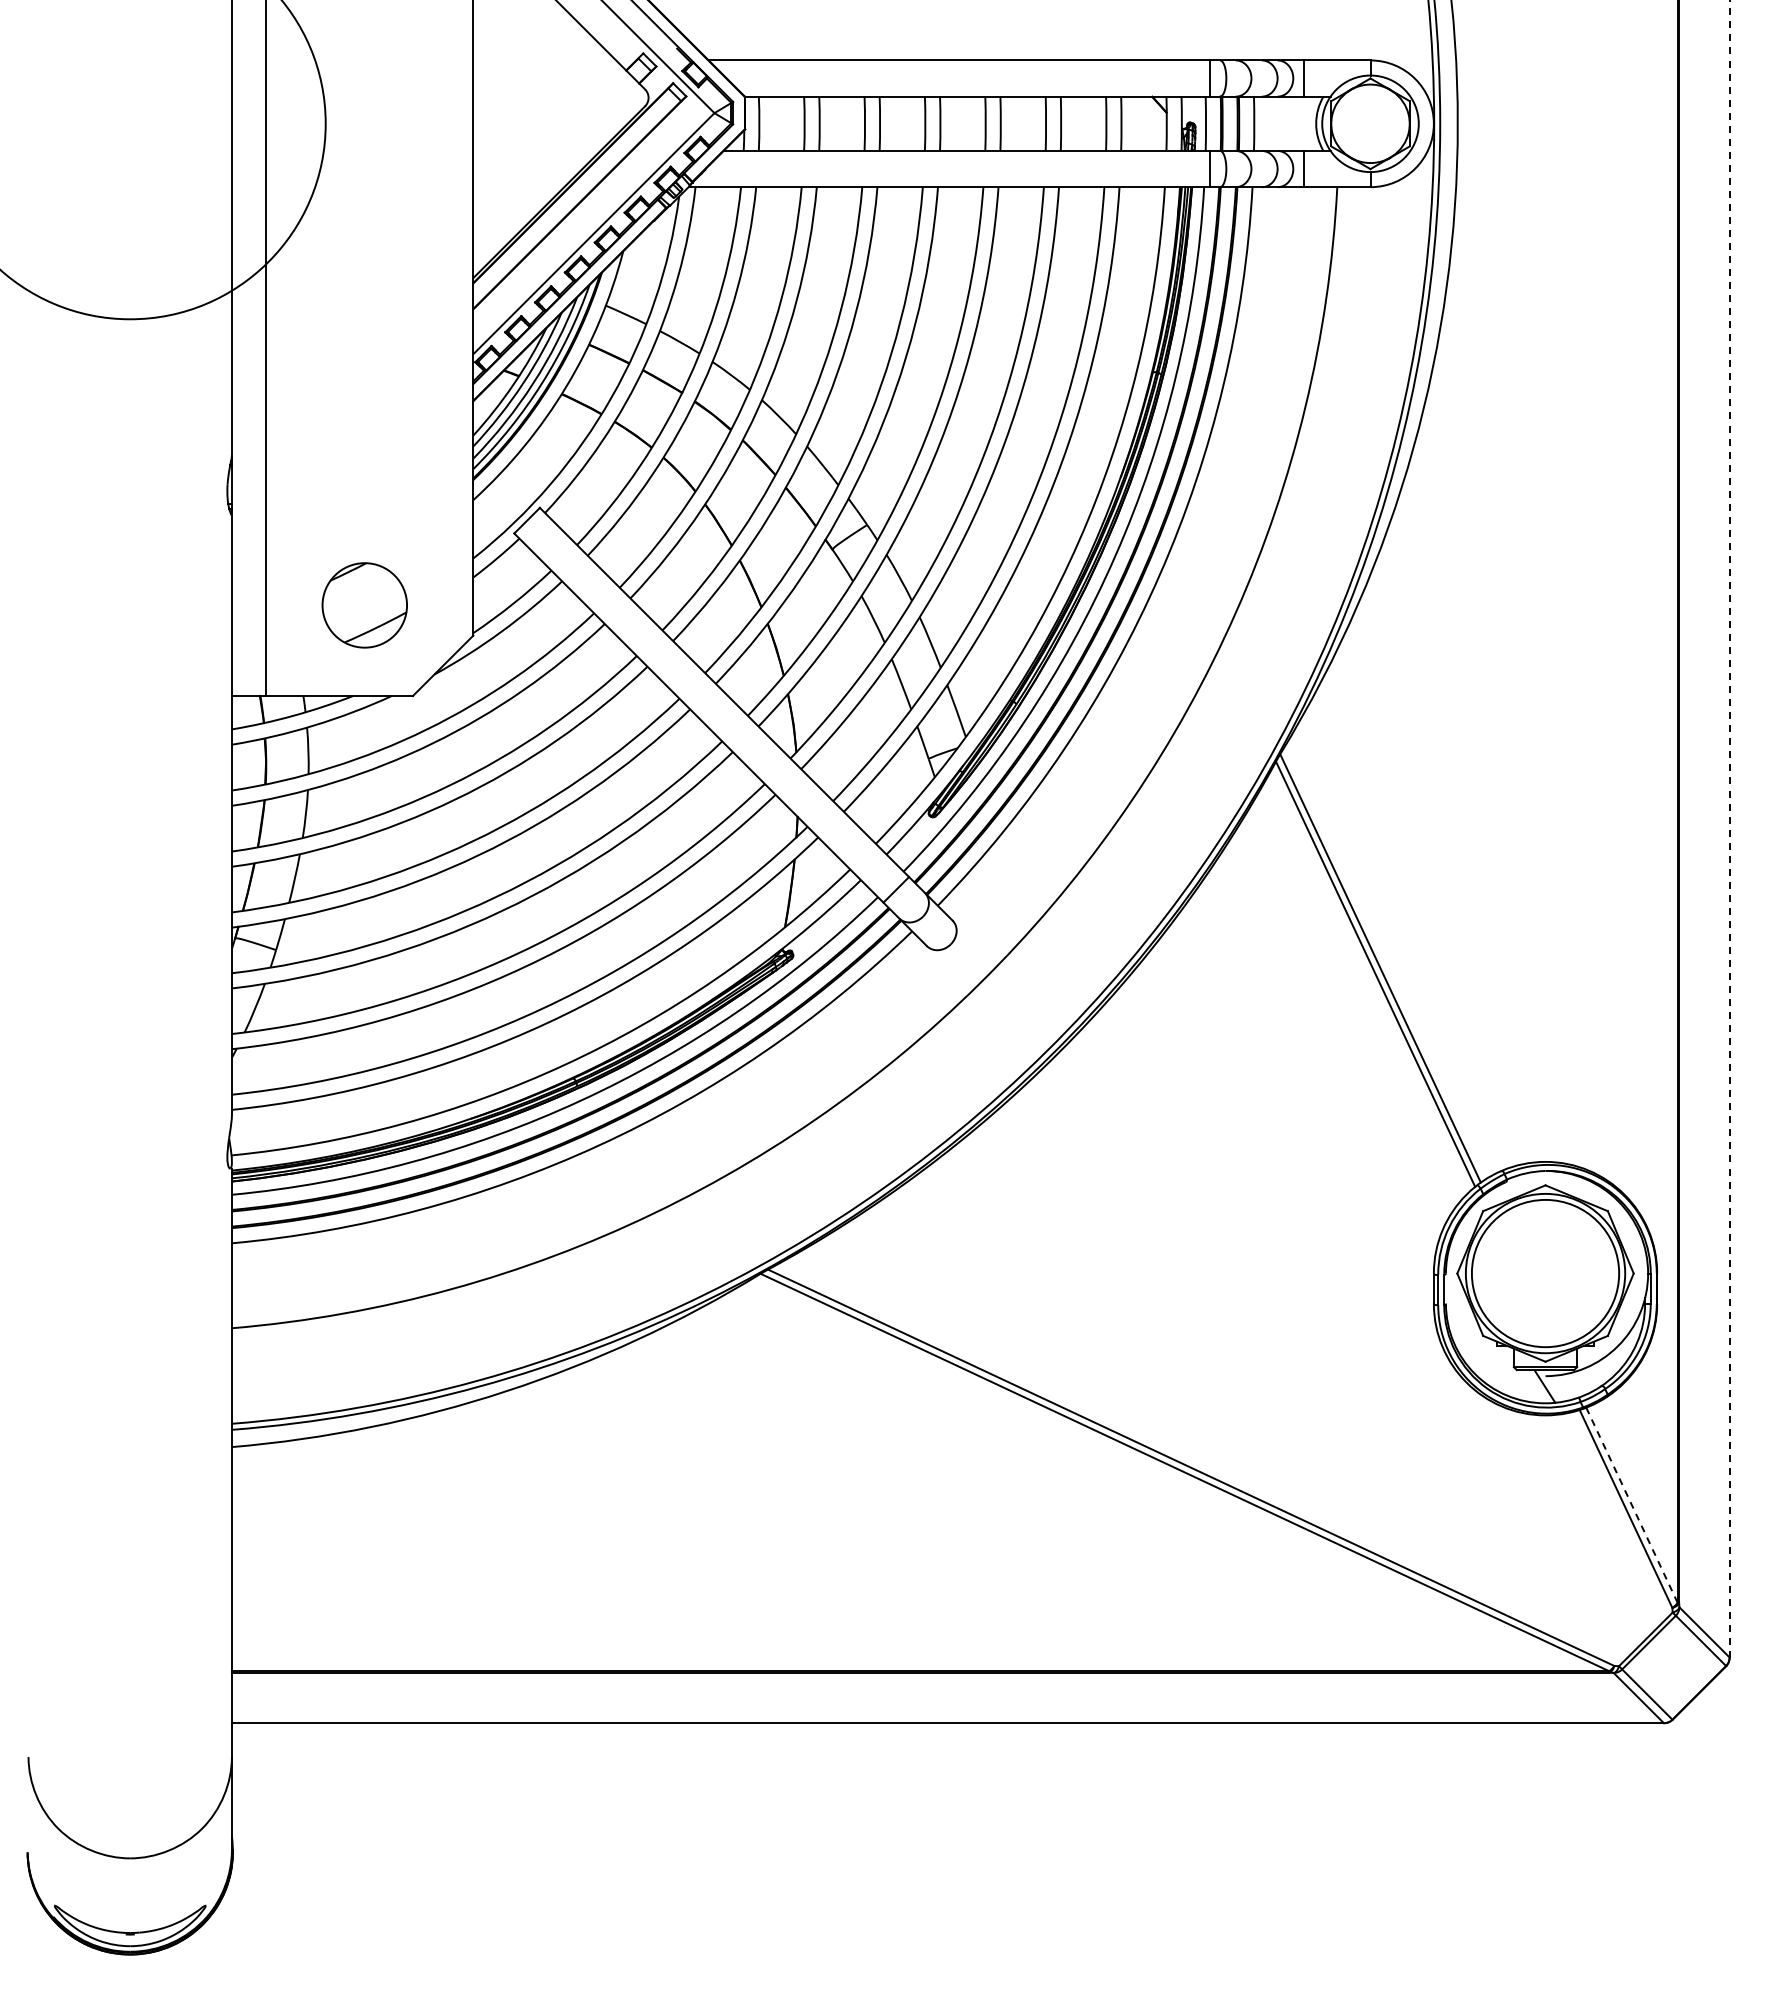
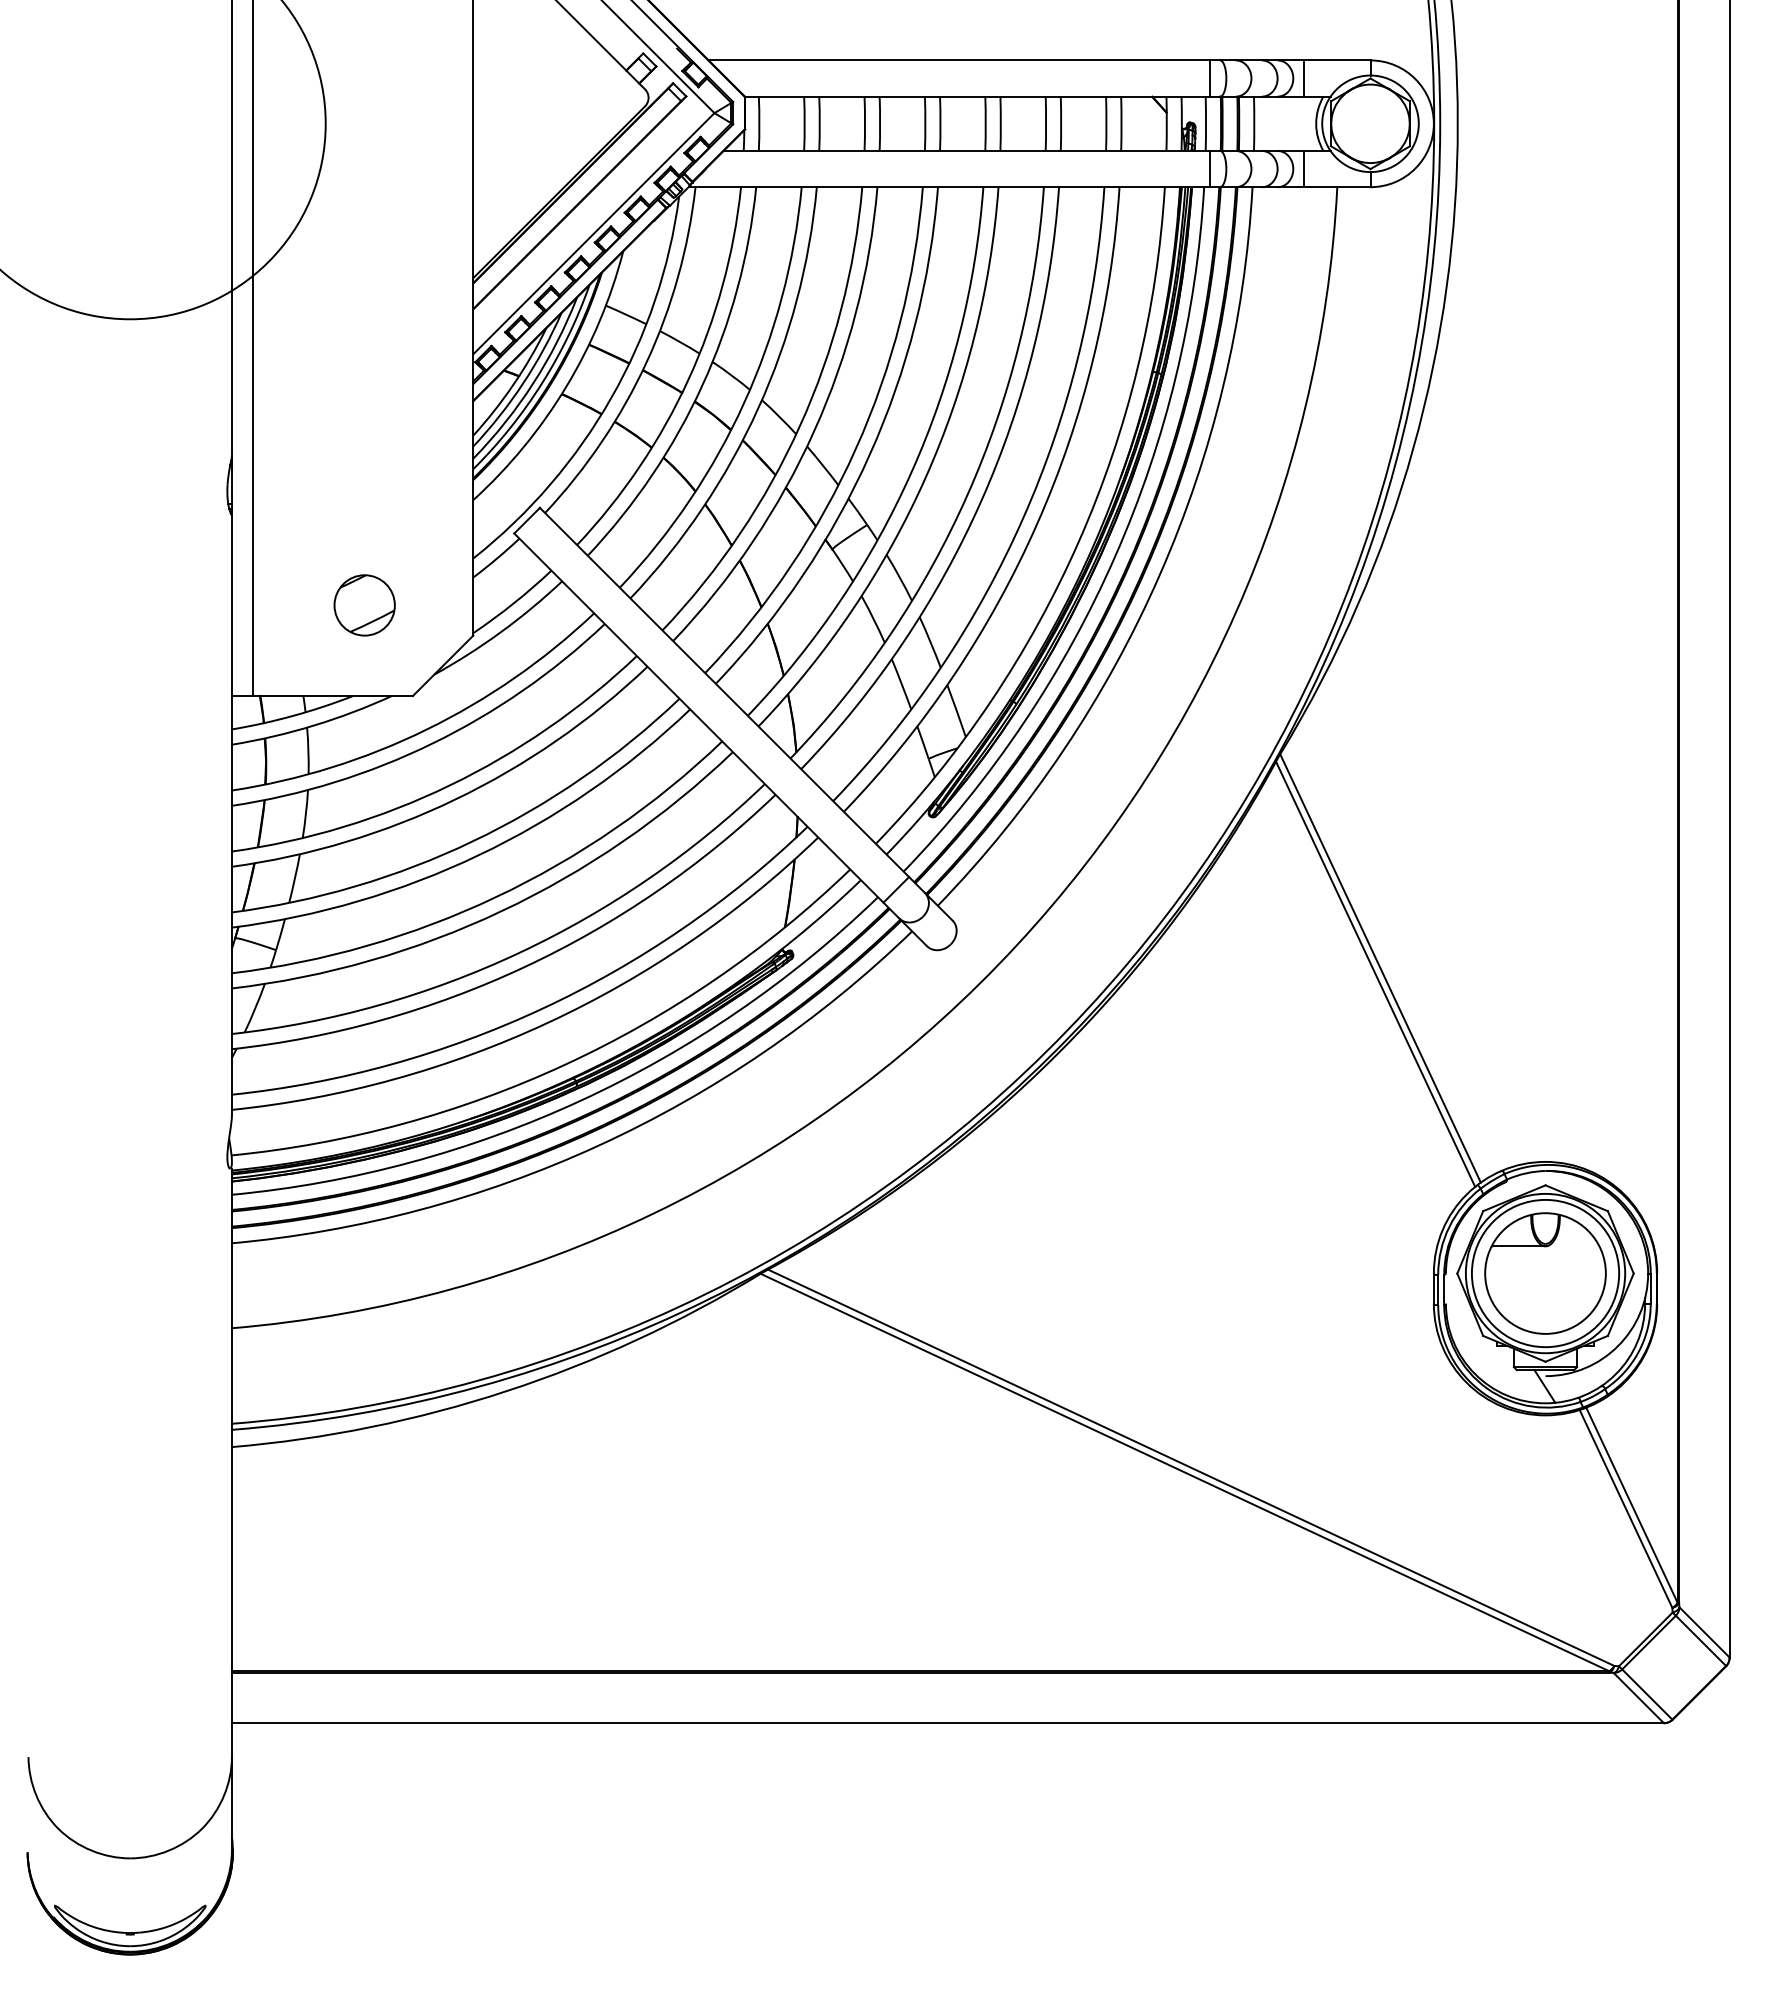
line at (266, 348) position: (266, 348) -> (253, 348)
part at (364, 605) size: 87x87 px -> 63x63 px
line at (1729, 829): dashed -> solid
part at (1545, 1273): none -> present
line at (1631, 1505): dashed -> solid
